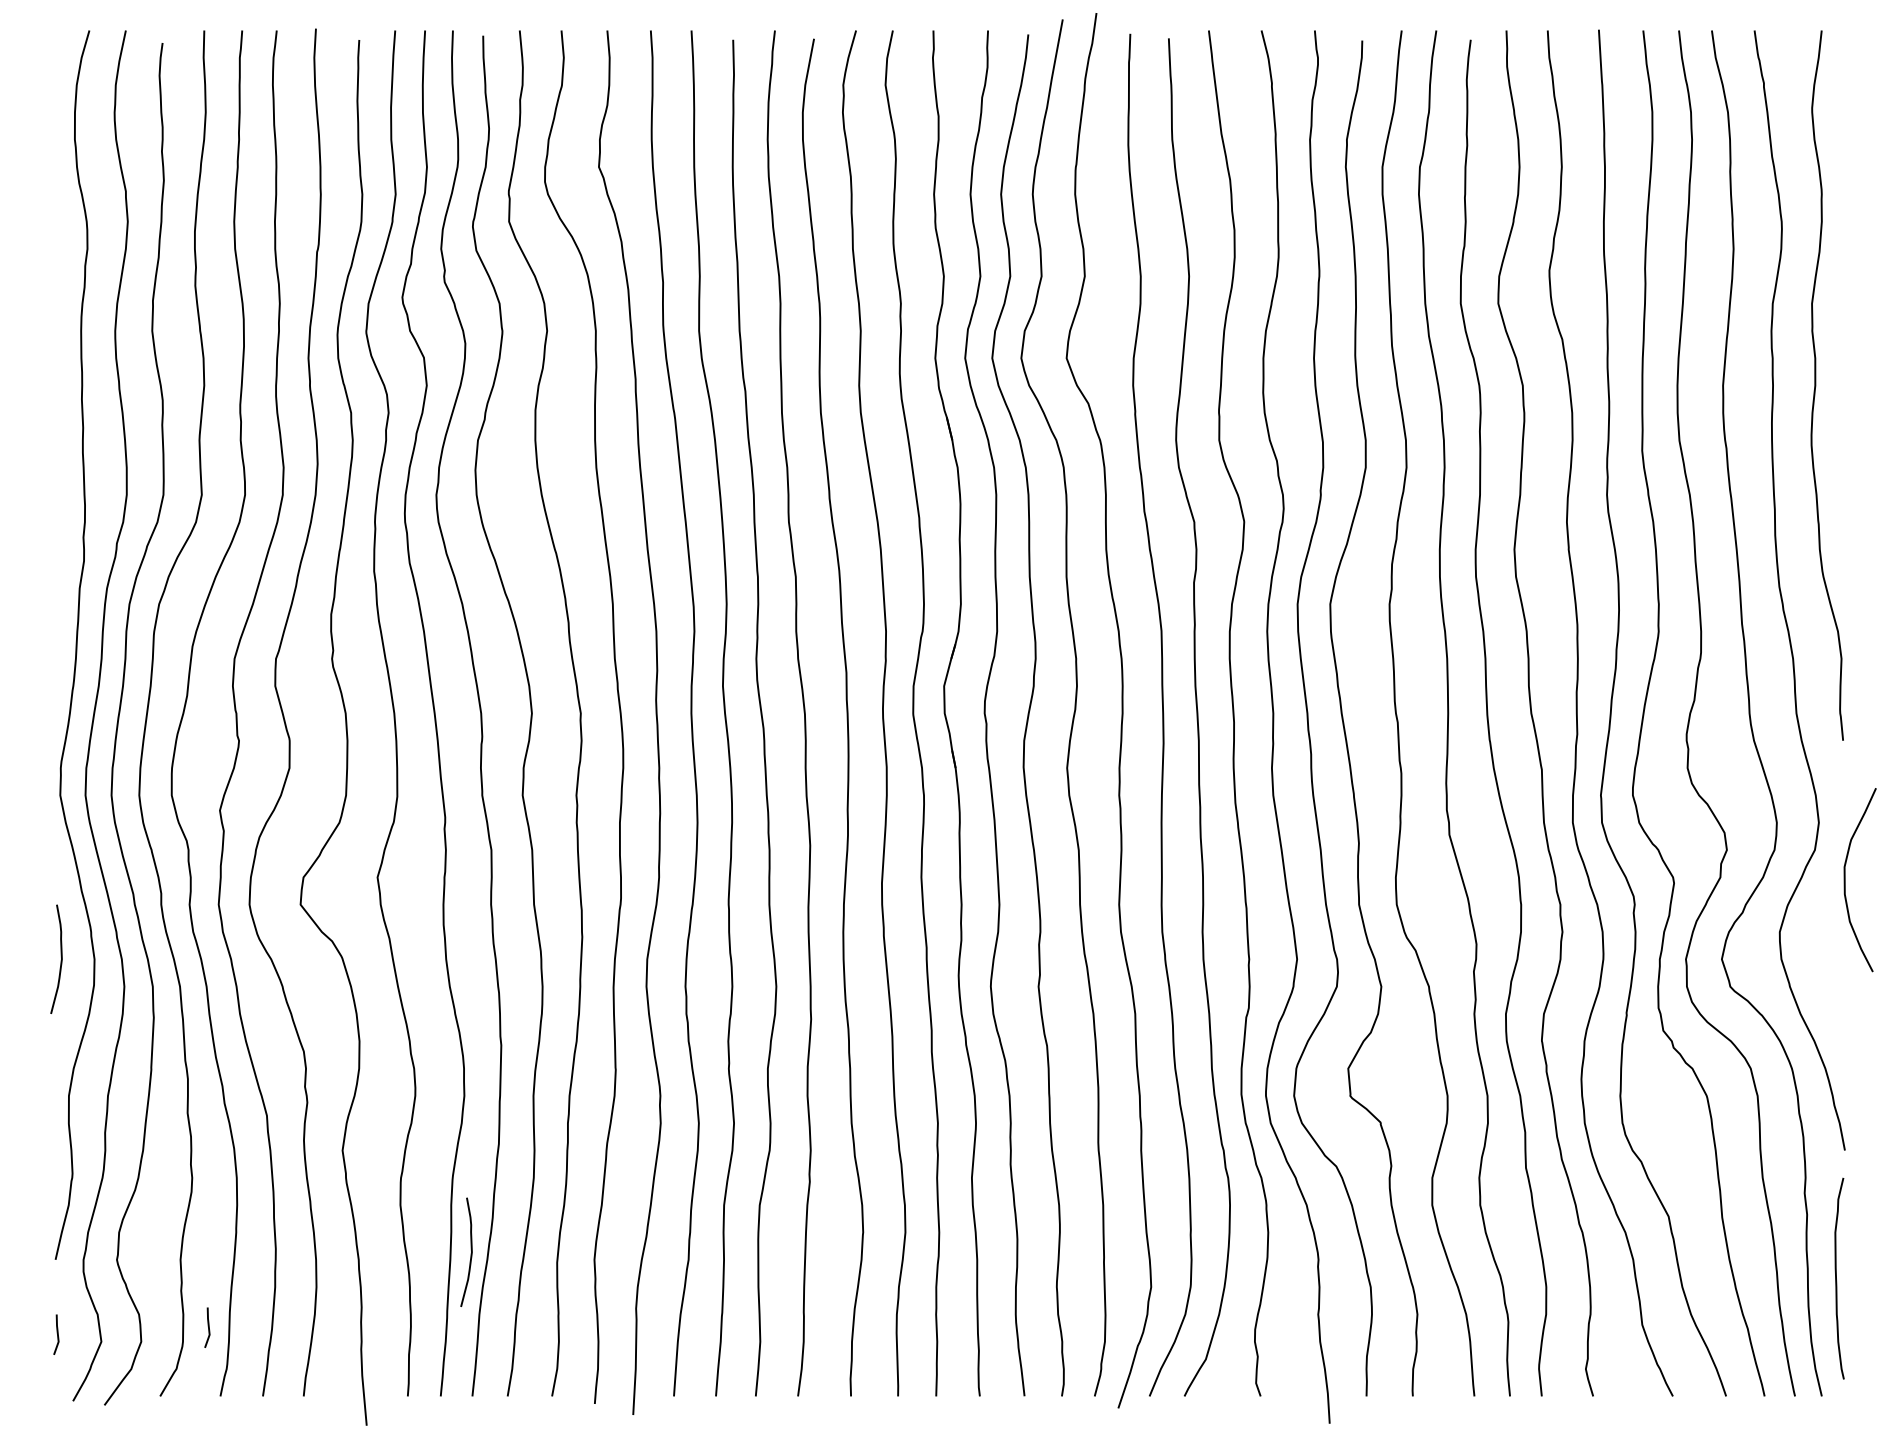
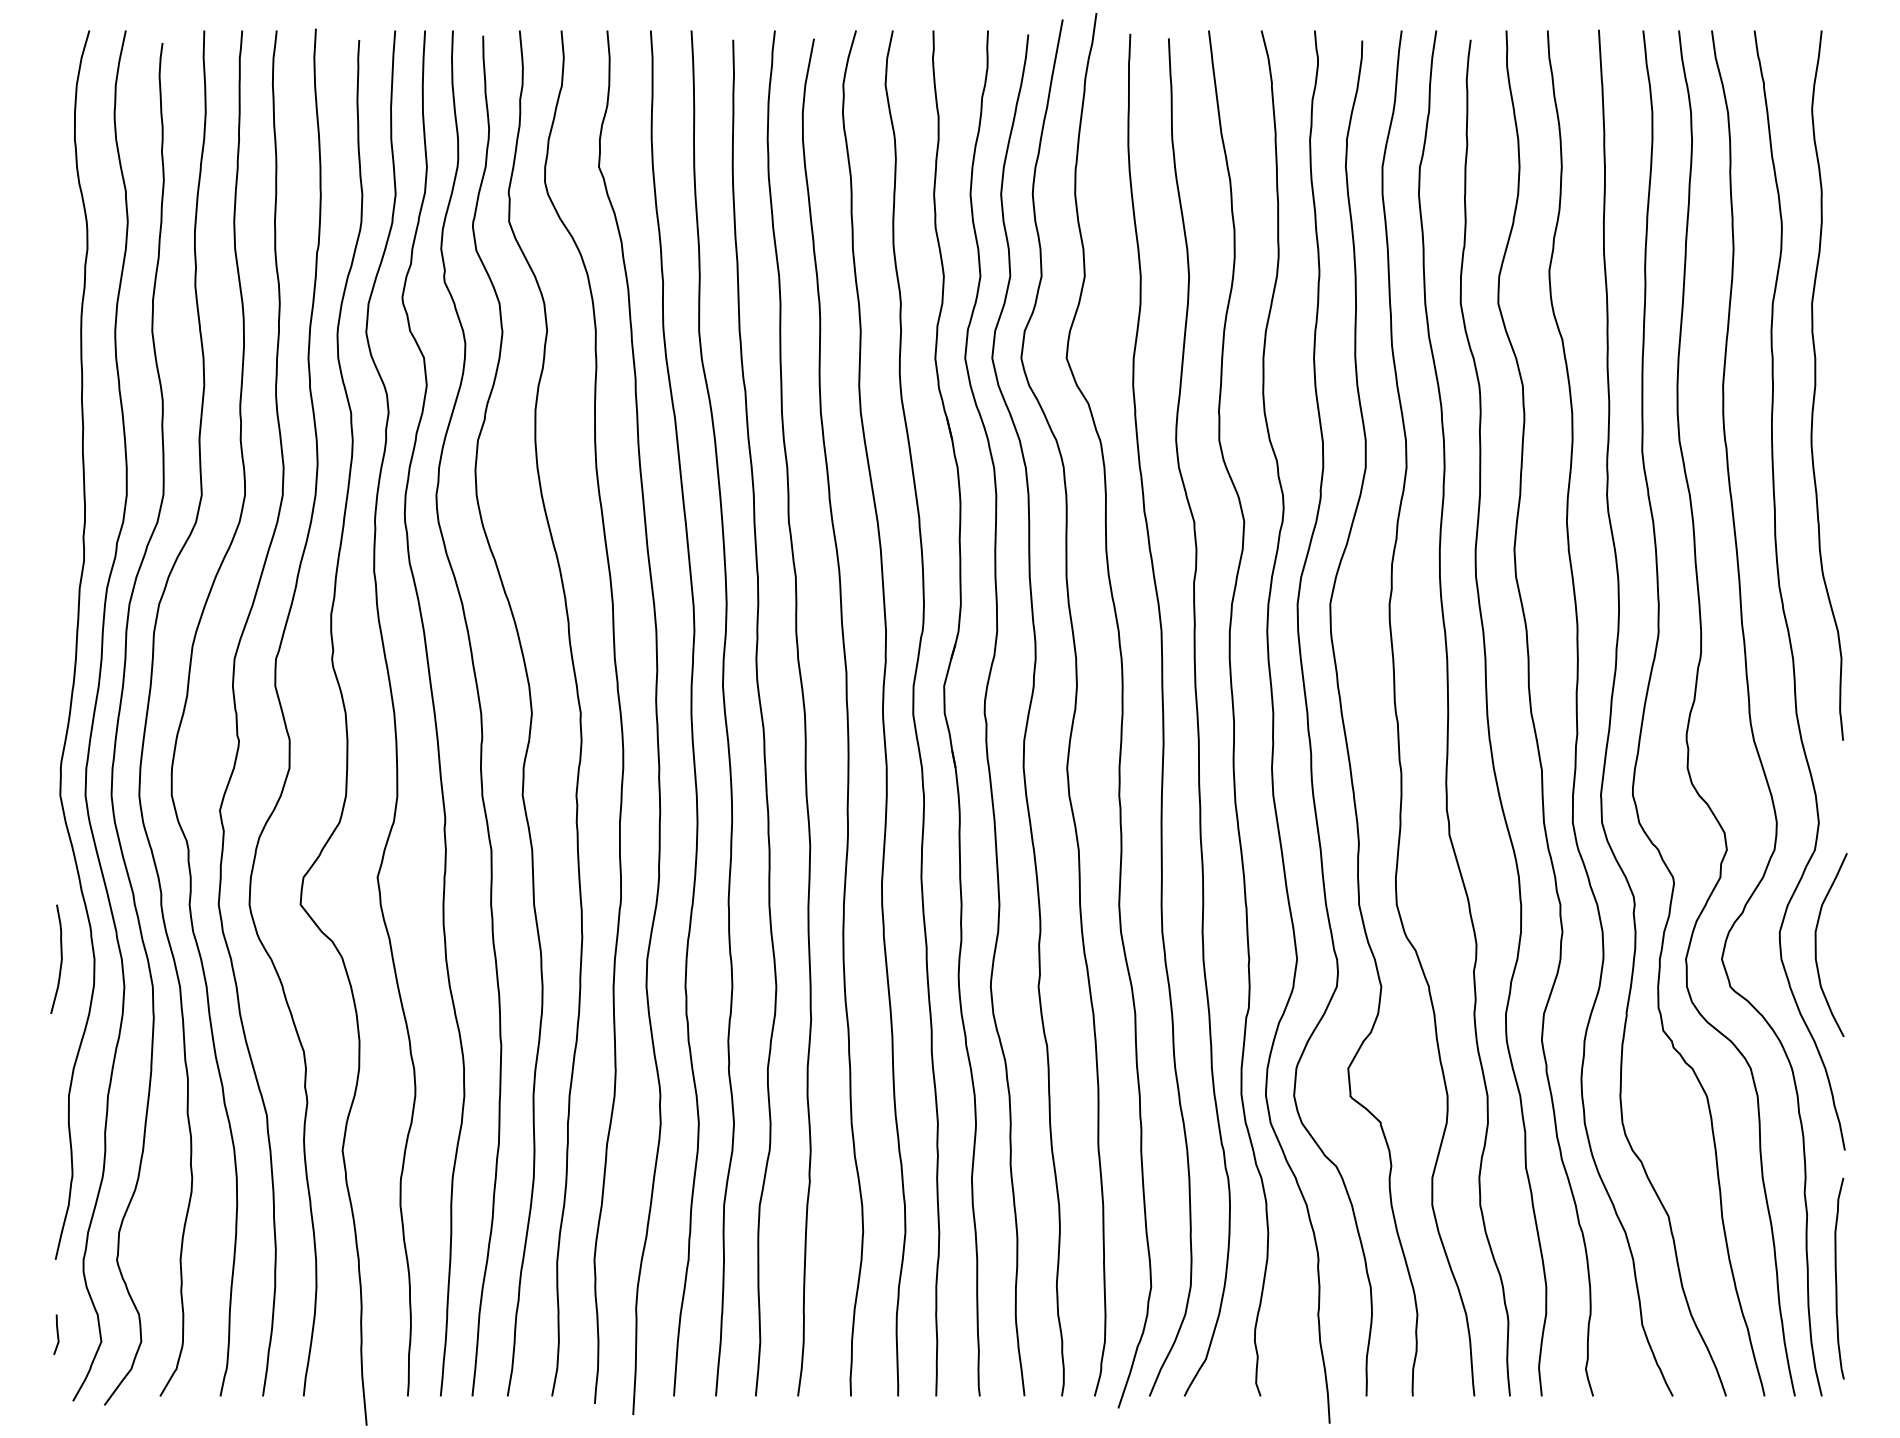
curve at (1845, 880) position: (1845, 880) -> (1816, 945)
curve at (470, 1249): present -> none
line at (207, 1326): present -> none
